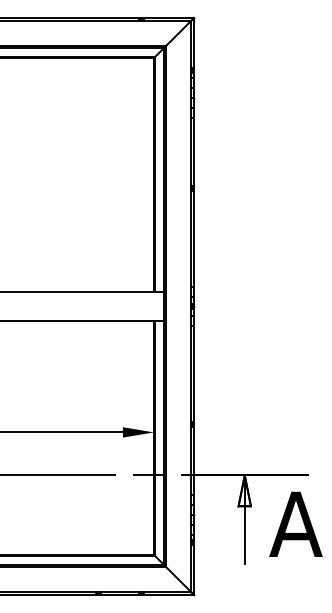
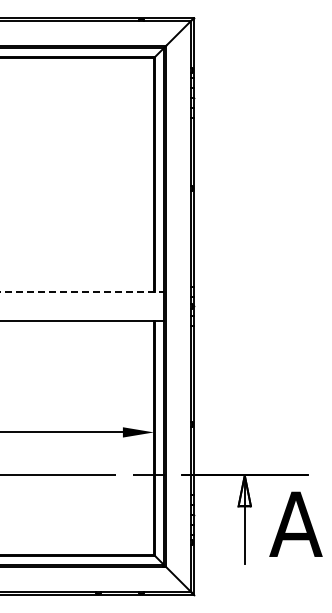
line at (82, 291): solid -> dashed
